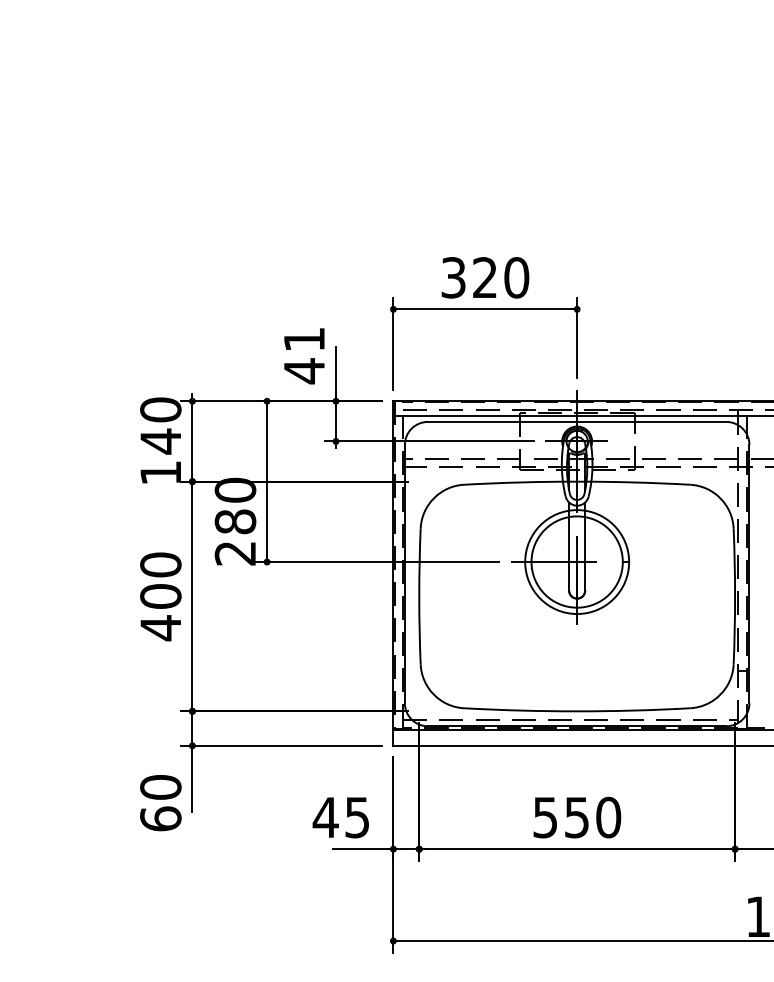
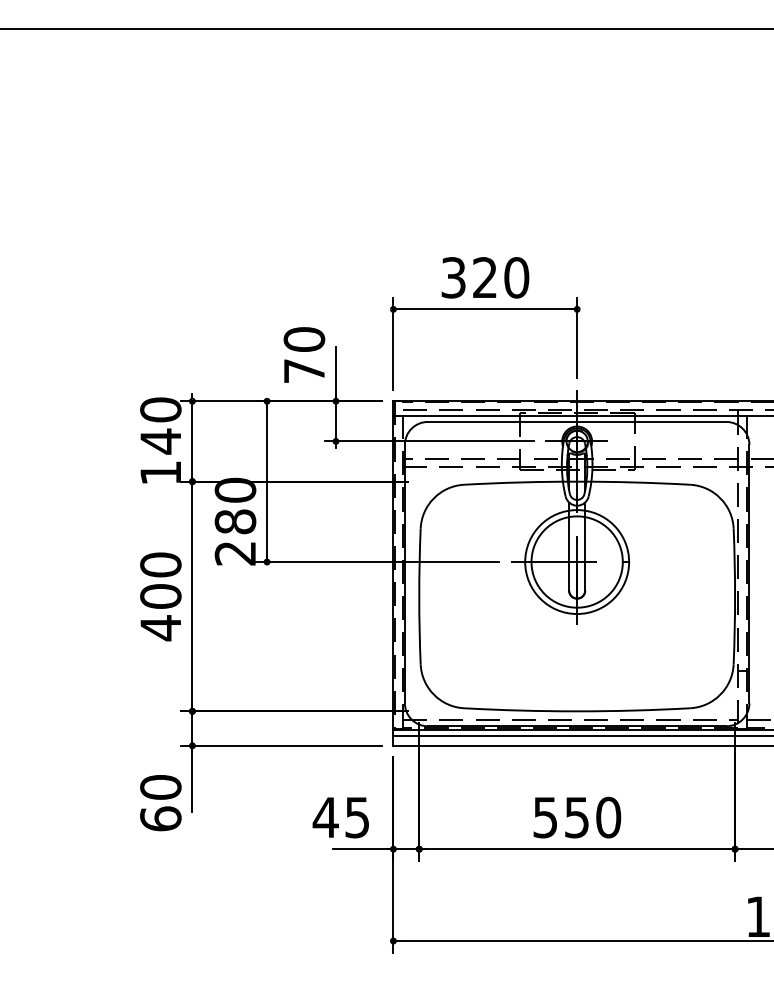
line at (386, 29): none -> present
text at (304, 355): 41 -> 70
line at (758, 719): none -> present
line at (581, 736): none -> present
